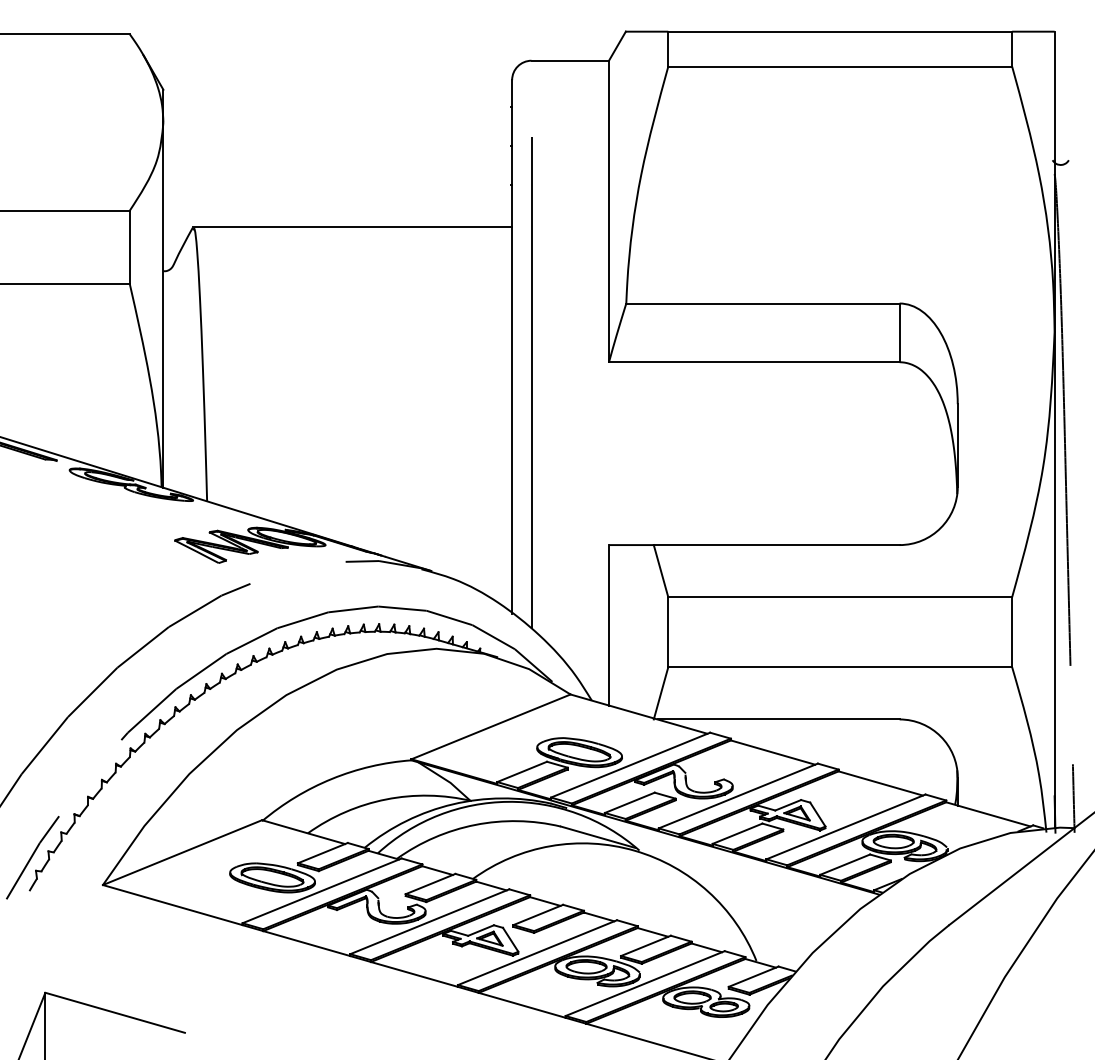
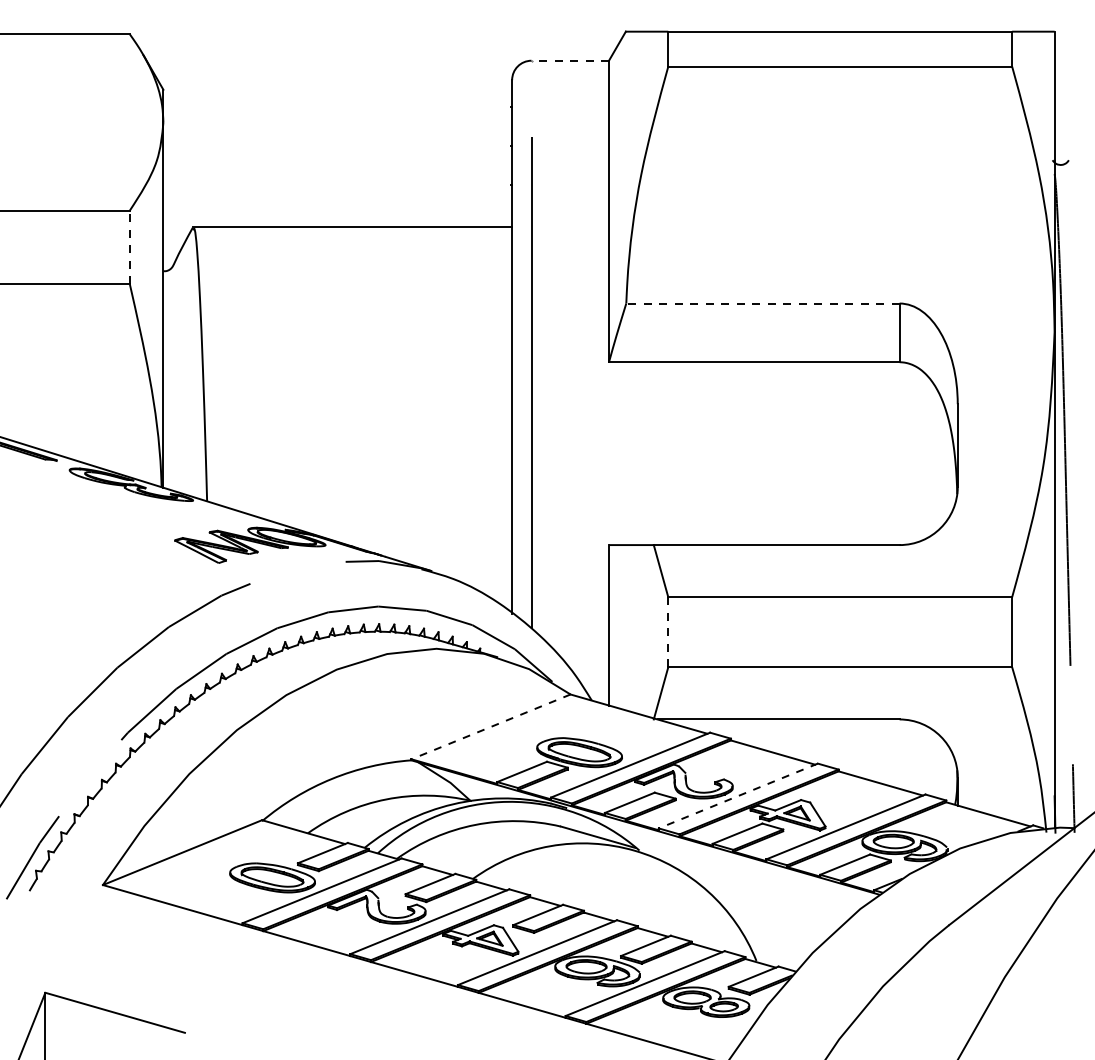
line at (570, 60): solid -> dashed
line at (129, 247): solid -> dashed
line at (762, 303): solid -> dashed
line at (668, 632): solid -> dashed
line at (491, 726): solid -> dashed
line at (738, 796): solid -> dashed
